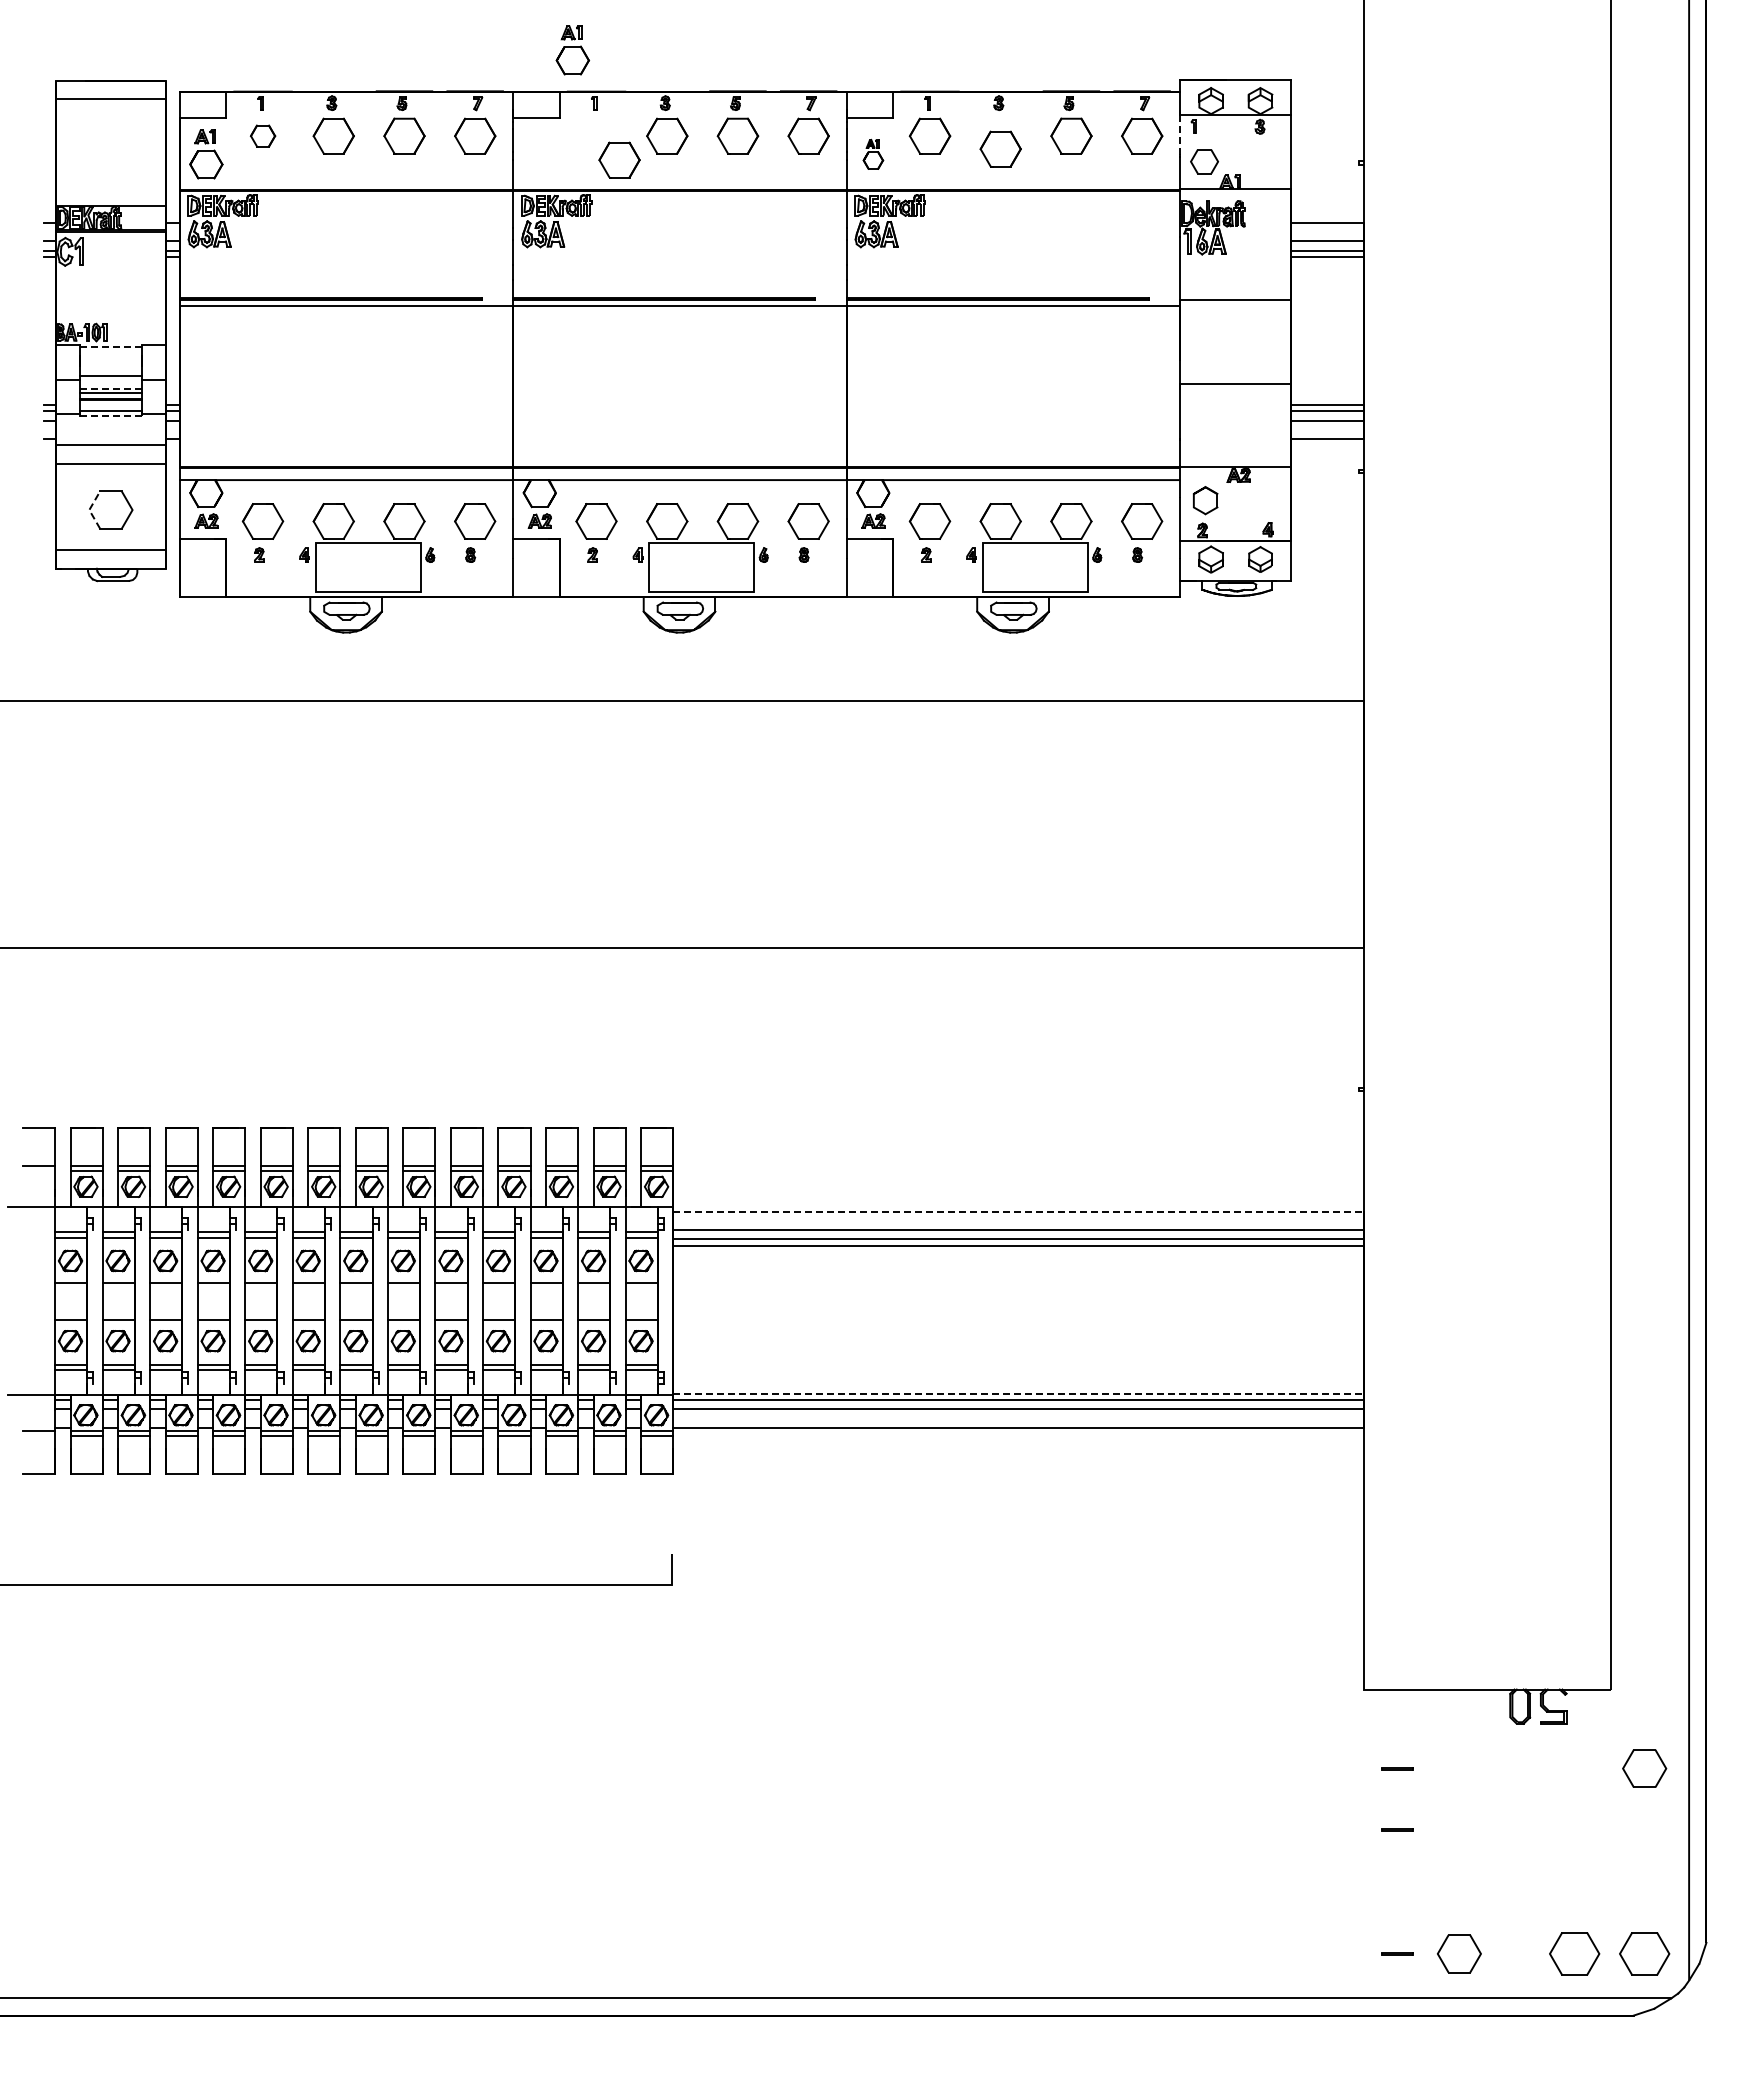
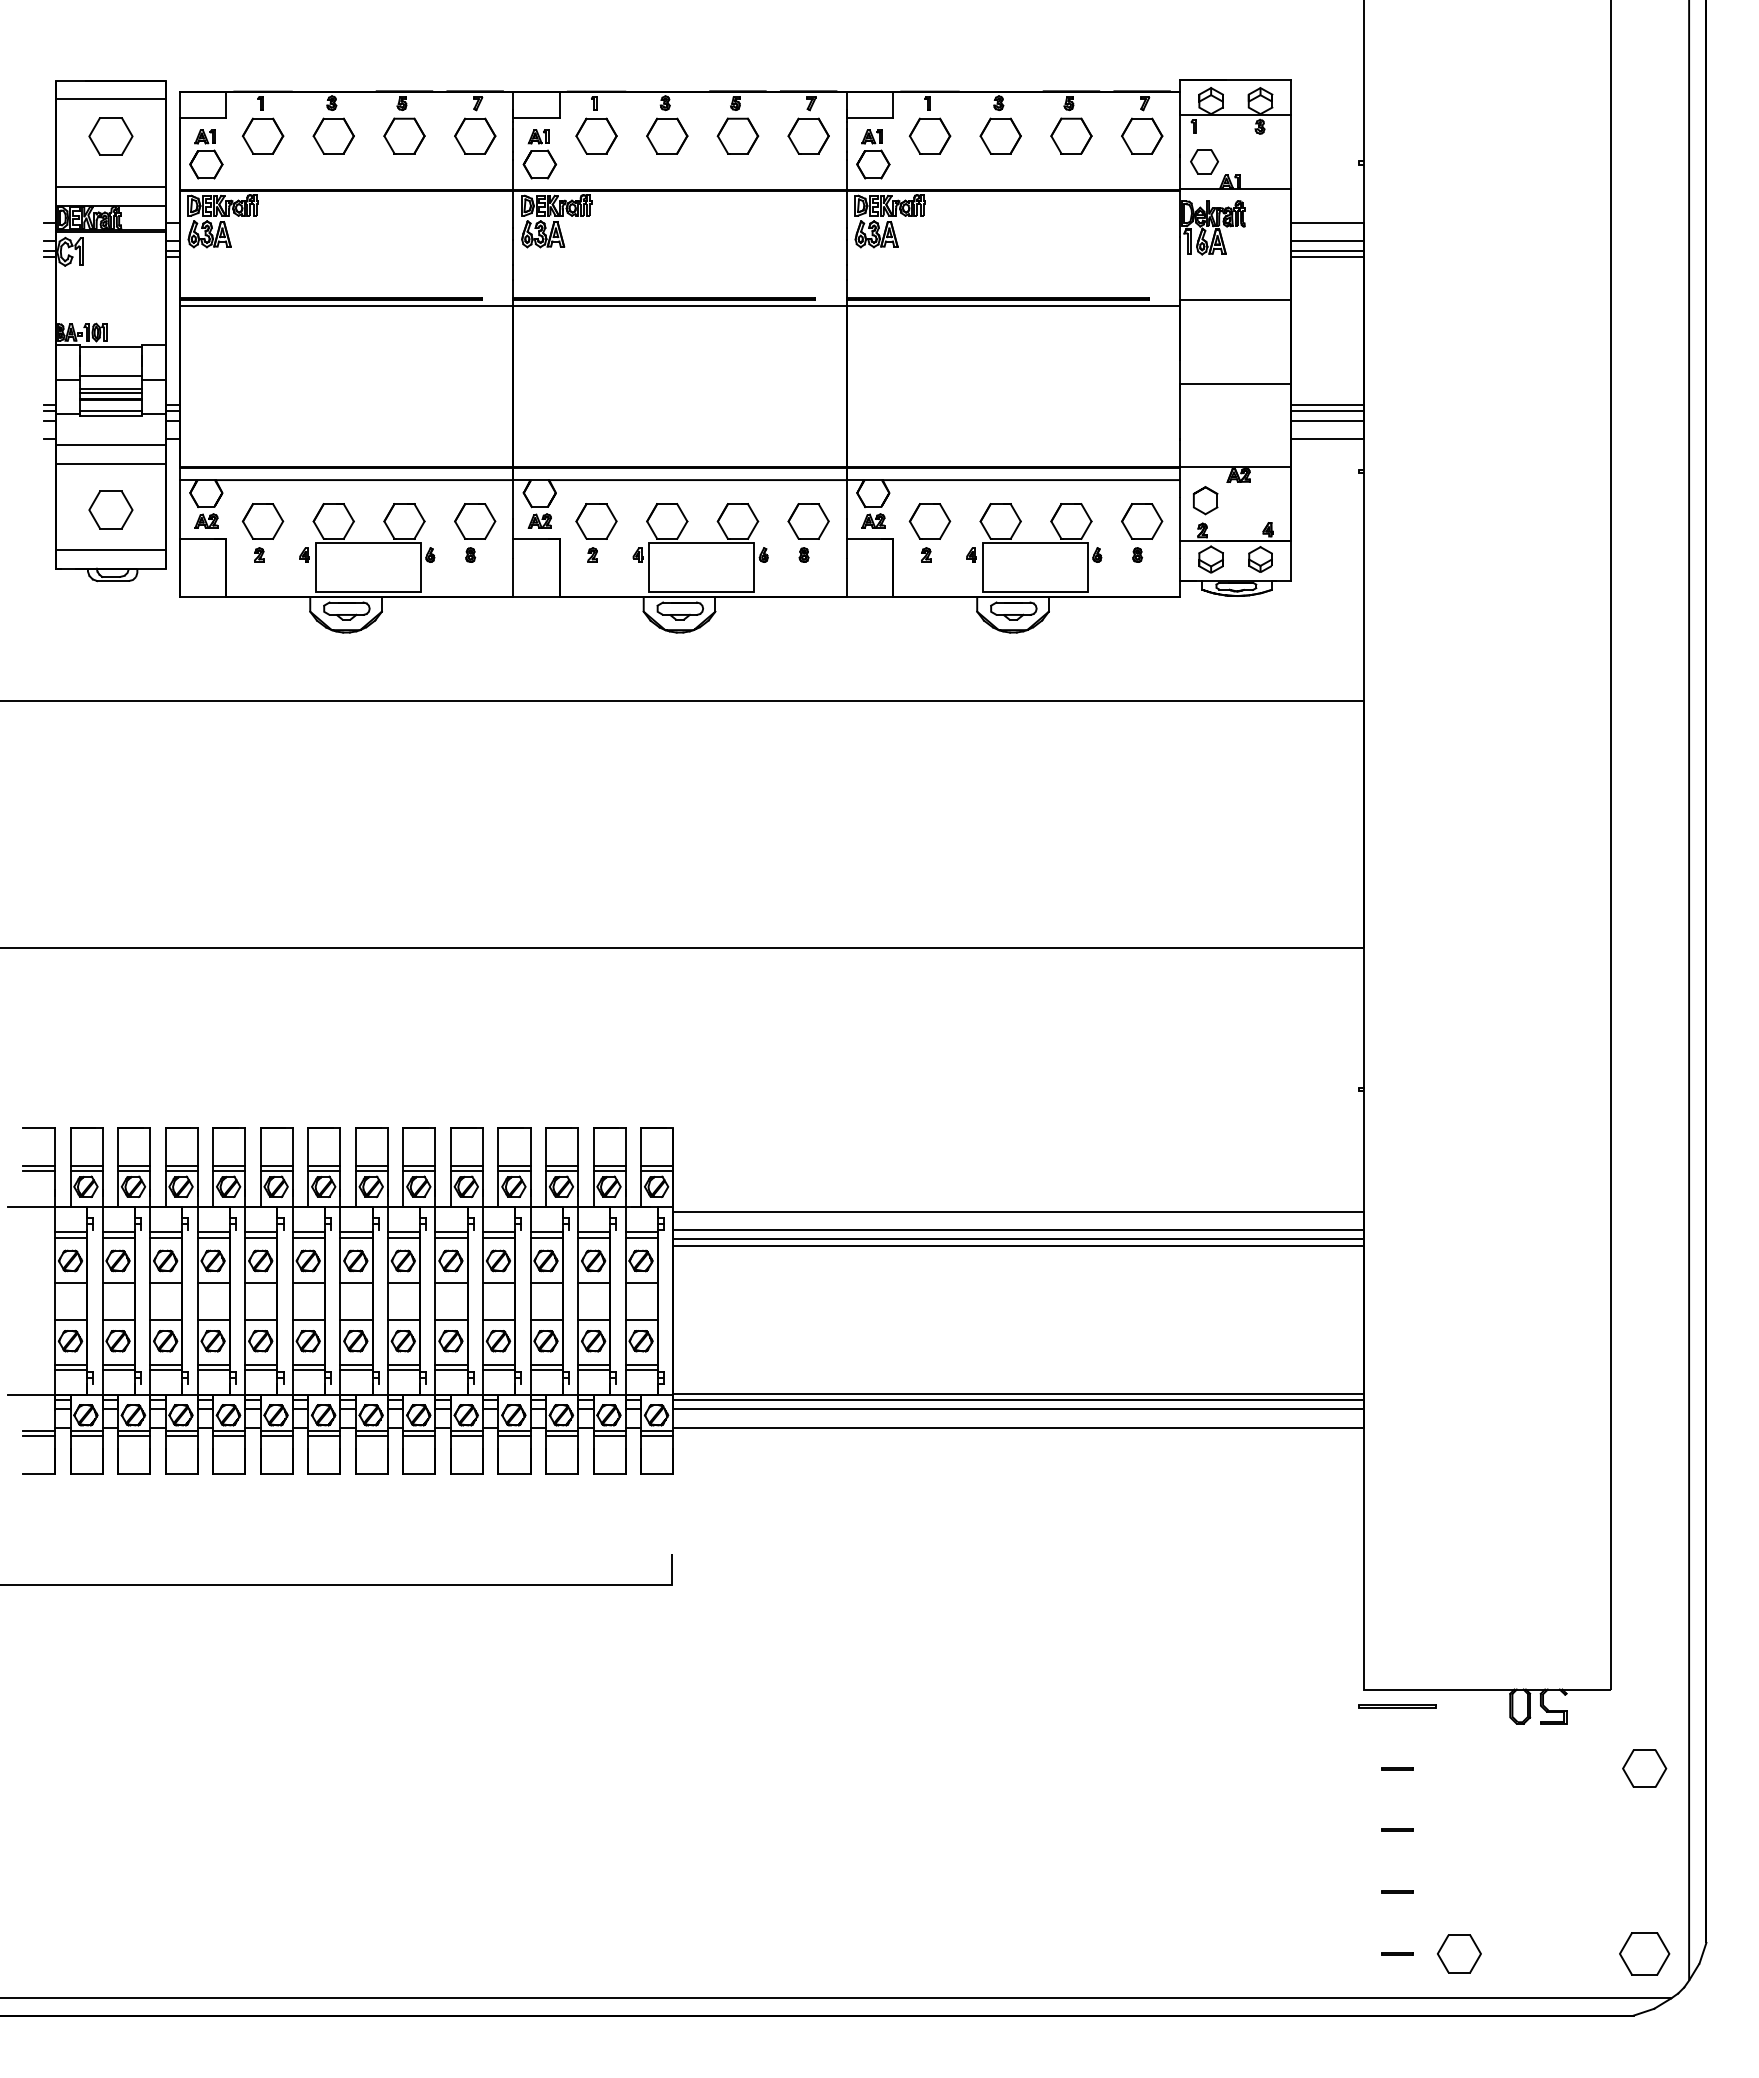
part at (572, 50) position: (572, 50) -> (539, 154)
part at (262, 135) size: 28x24 px -> 44x38 px
line at (1180, 135): dashed -> solid
part at (110, 136): none -> present
part at (1000, 148) position: (1000, 148) -> (1000, 135)
part at (873, 153) size: 23x32 px -> 35x51 px
part at (619, 159) position: (619, 159) -> (596, 135)
line at (110, 187): none -> present
line at (110, 346): dashed -> solid
line at (110, 388): dashed -> solid
line at (110, 415): dashed -> solid
line at (89, 510): dashed -> solid
line at (38, 1170): none -> present
line at (1018, 1211): dashed -> solid
line at (1018, 1393): dashed -> solid
line at (38, 1435): none -> present
line at (1397, 1705): none -> present
line at (1397, 1891): none -> present
part at (1574, 1953): present -> none
